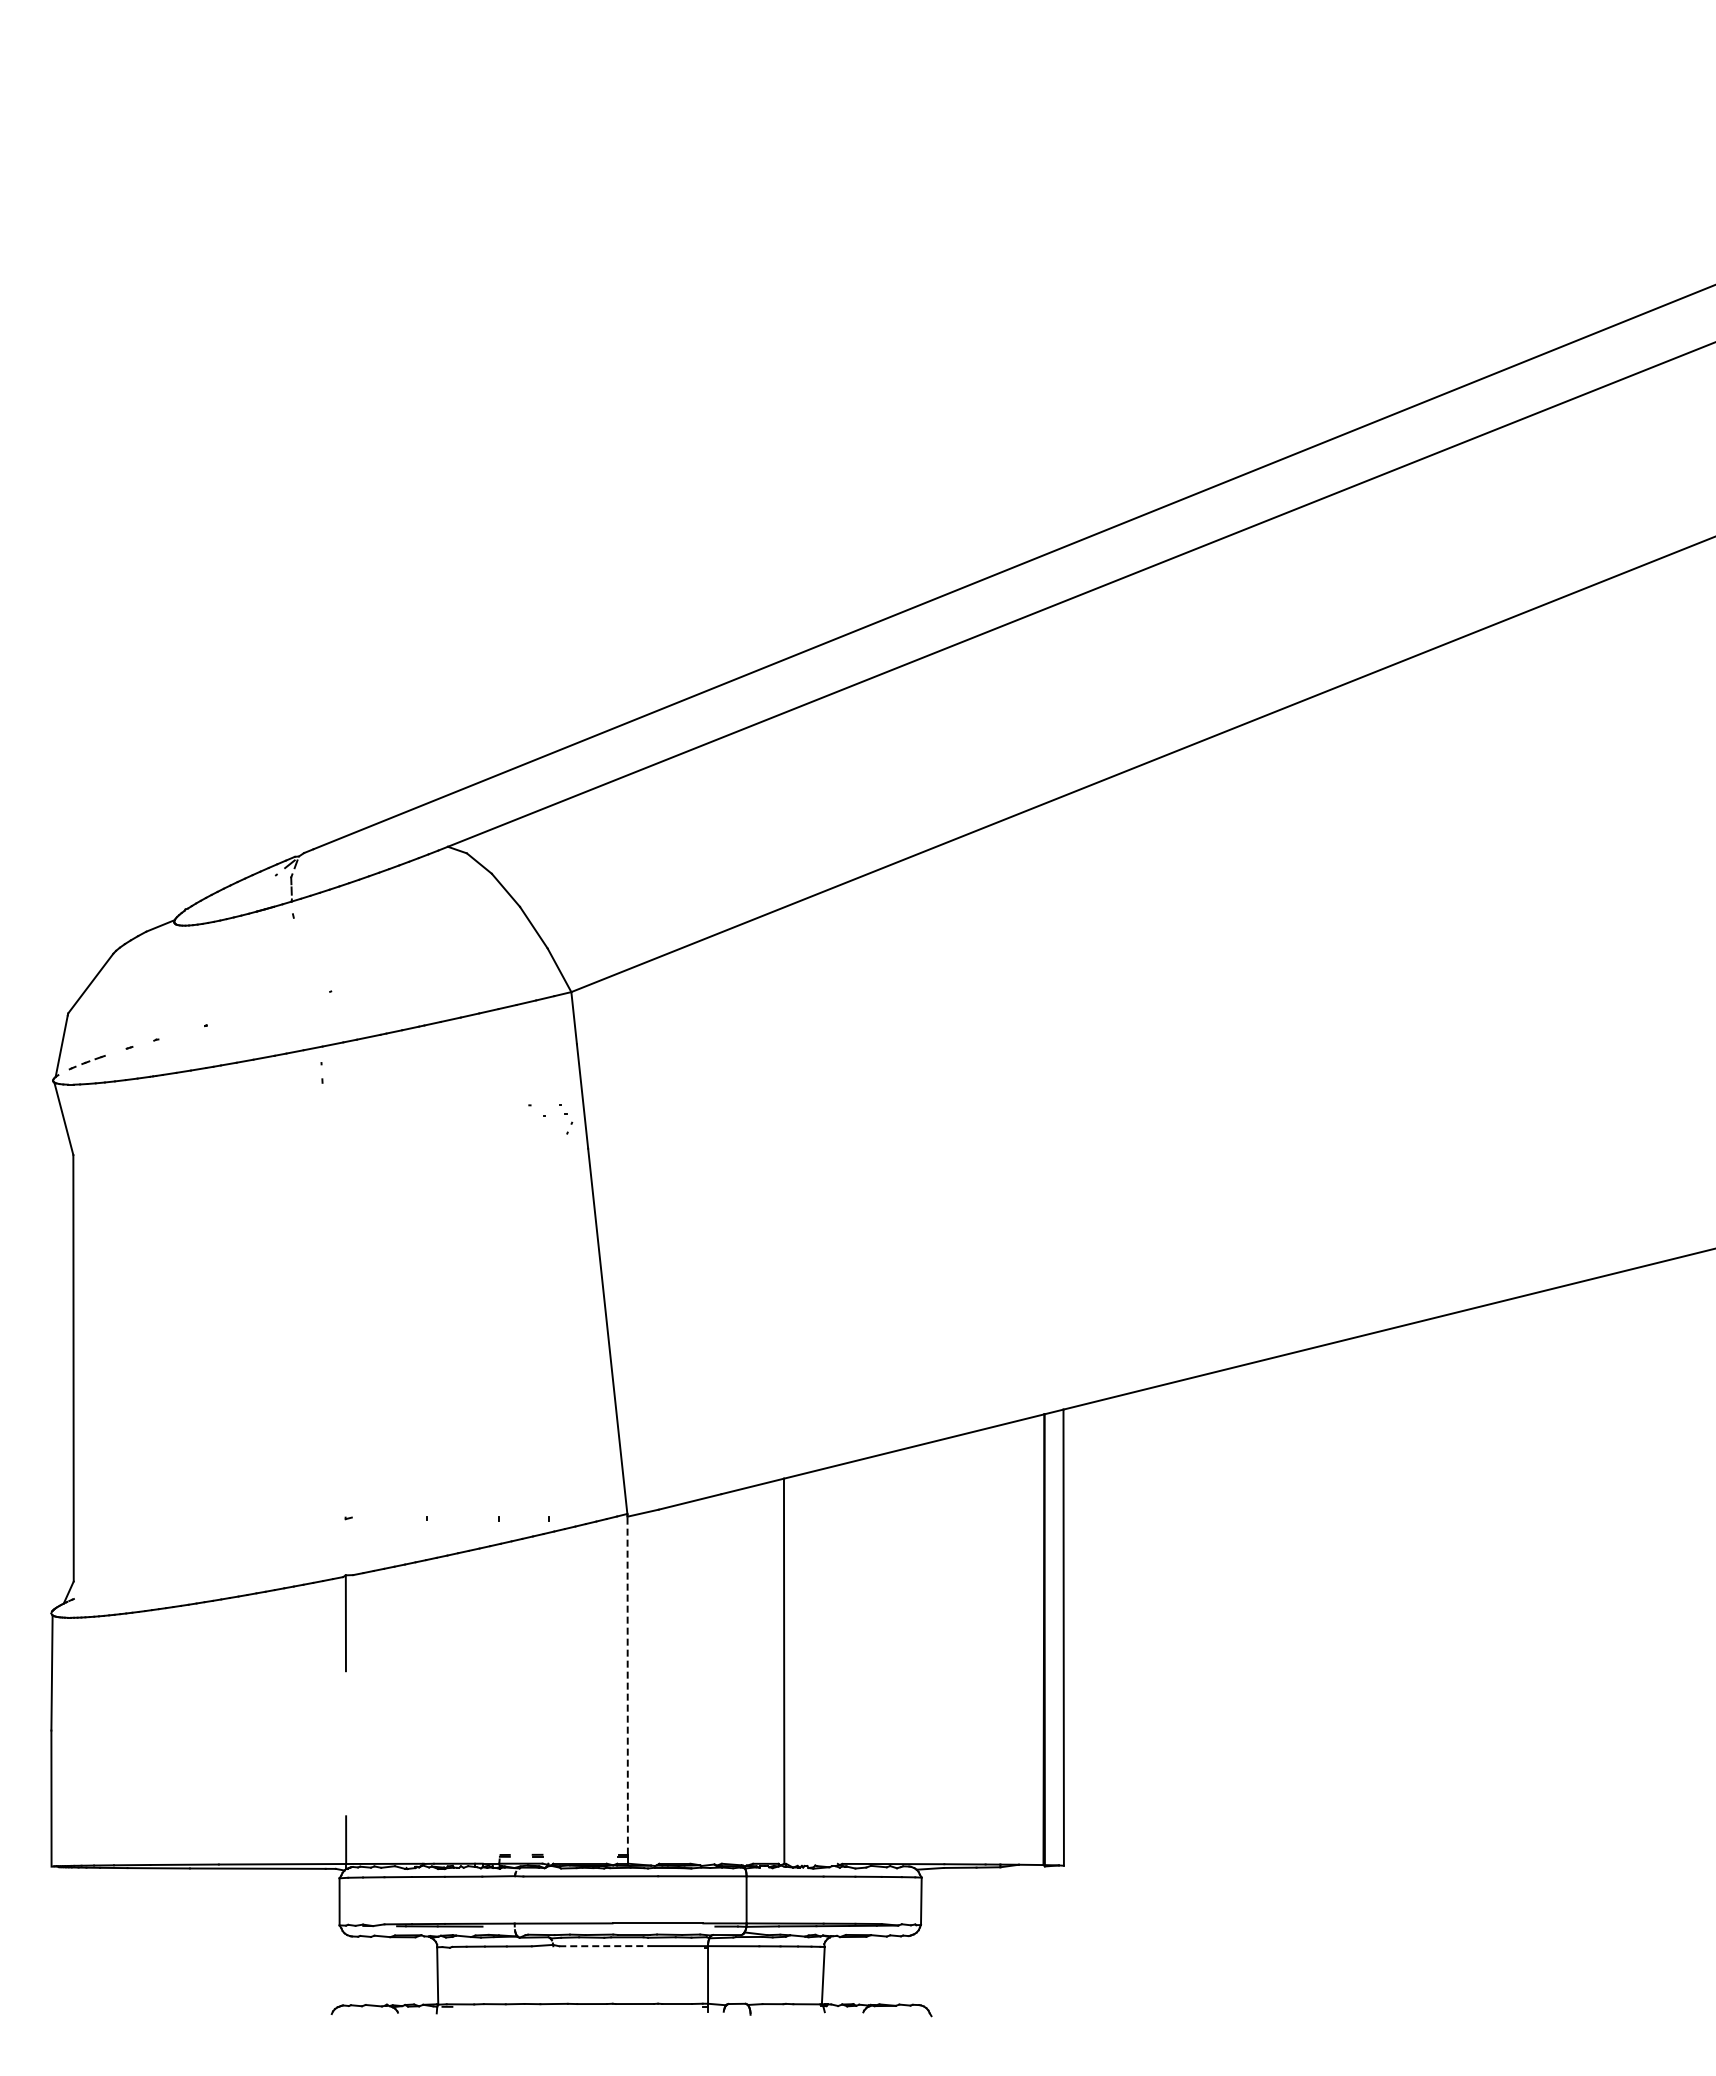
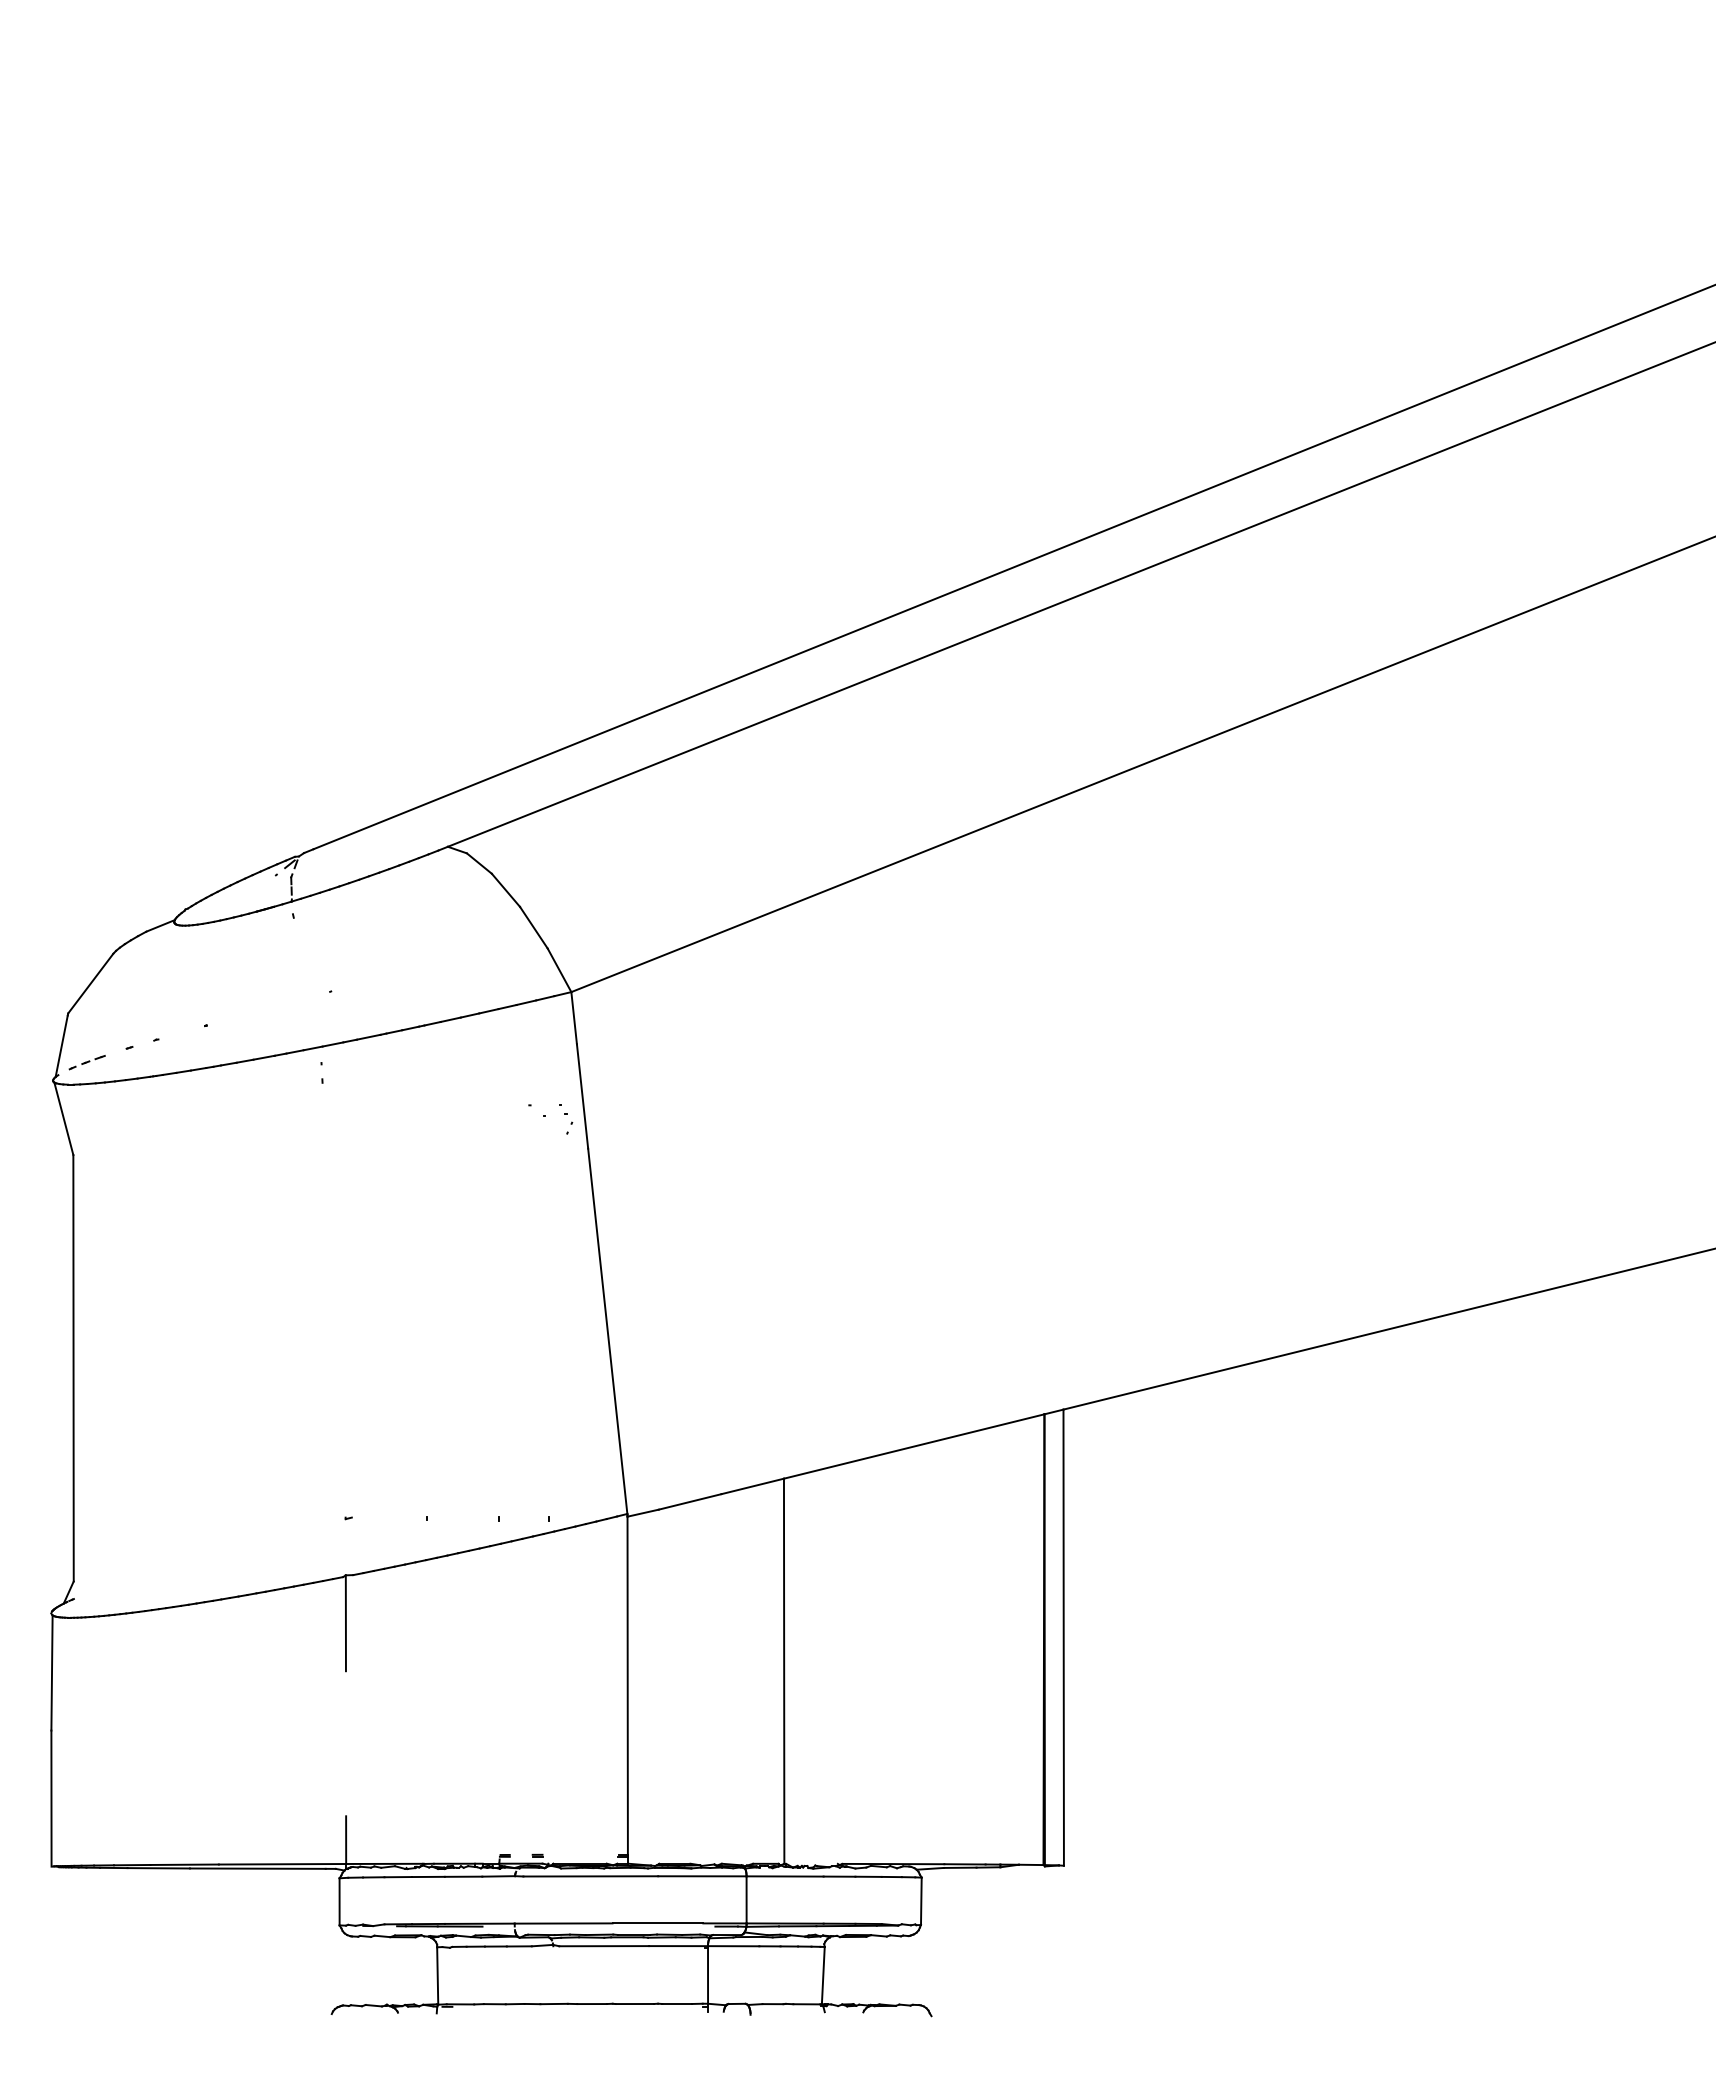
line at (627, 1685): dashed -> solid
line at (604, 1946): dashed -> solid
